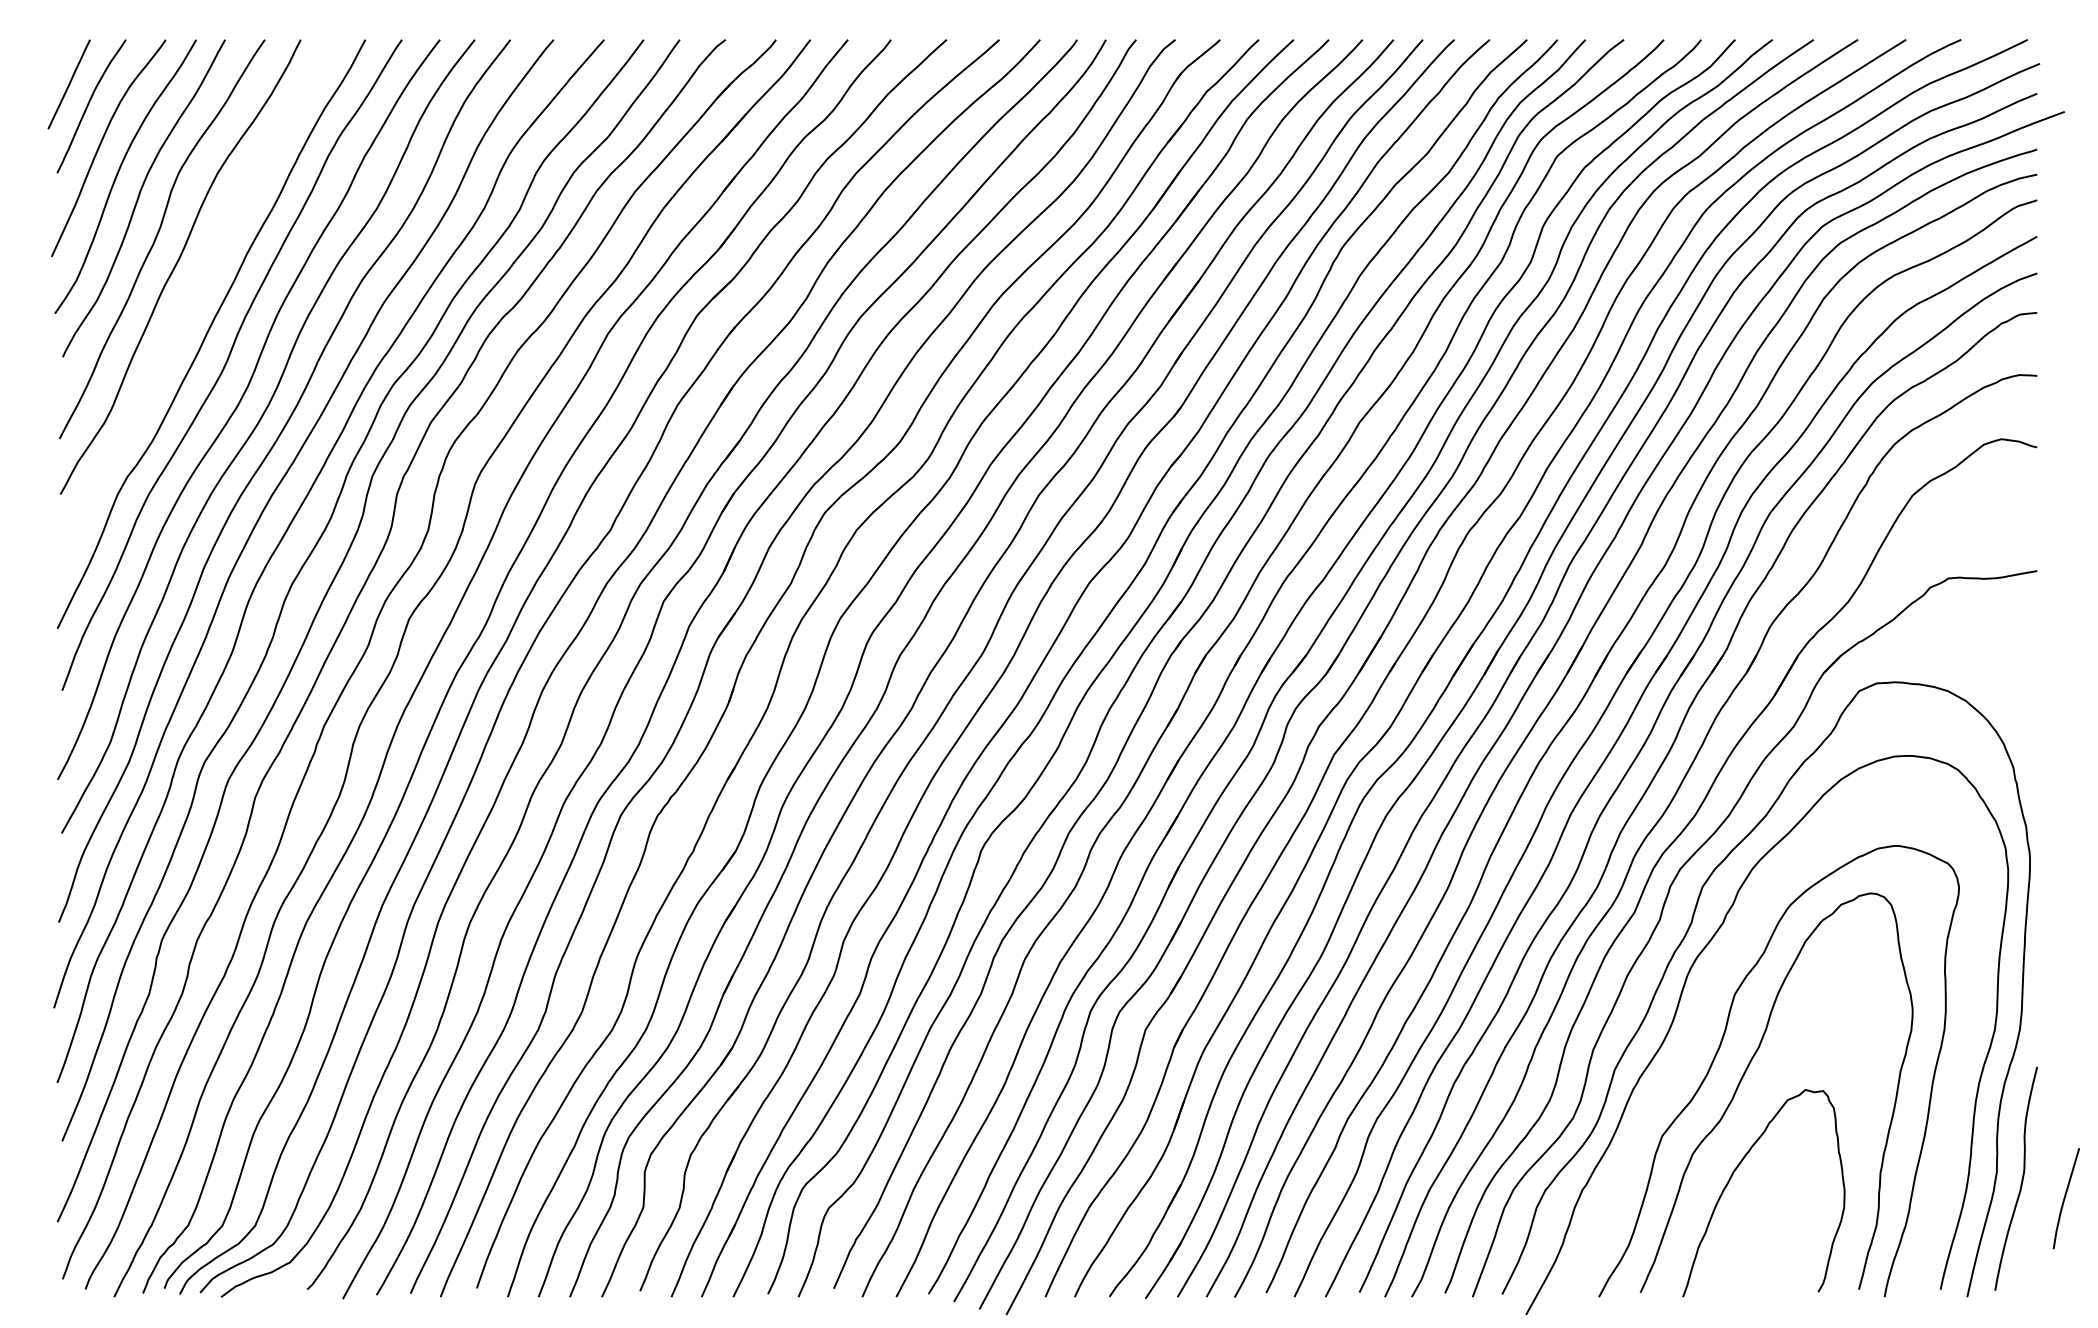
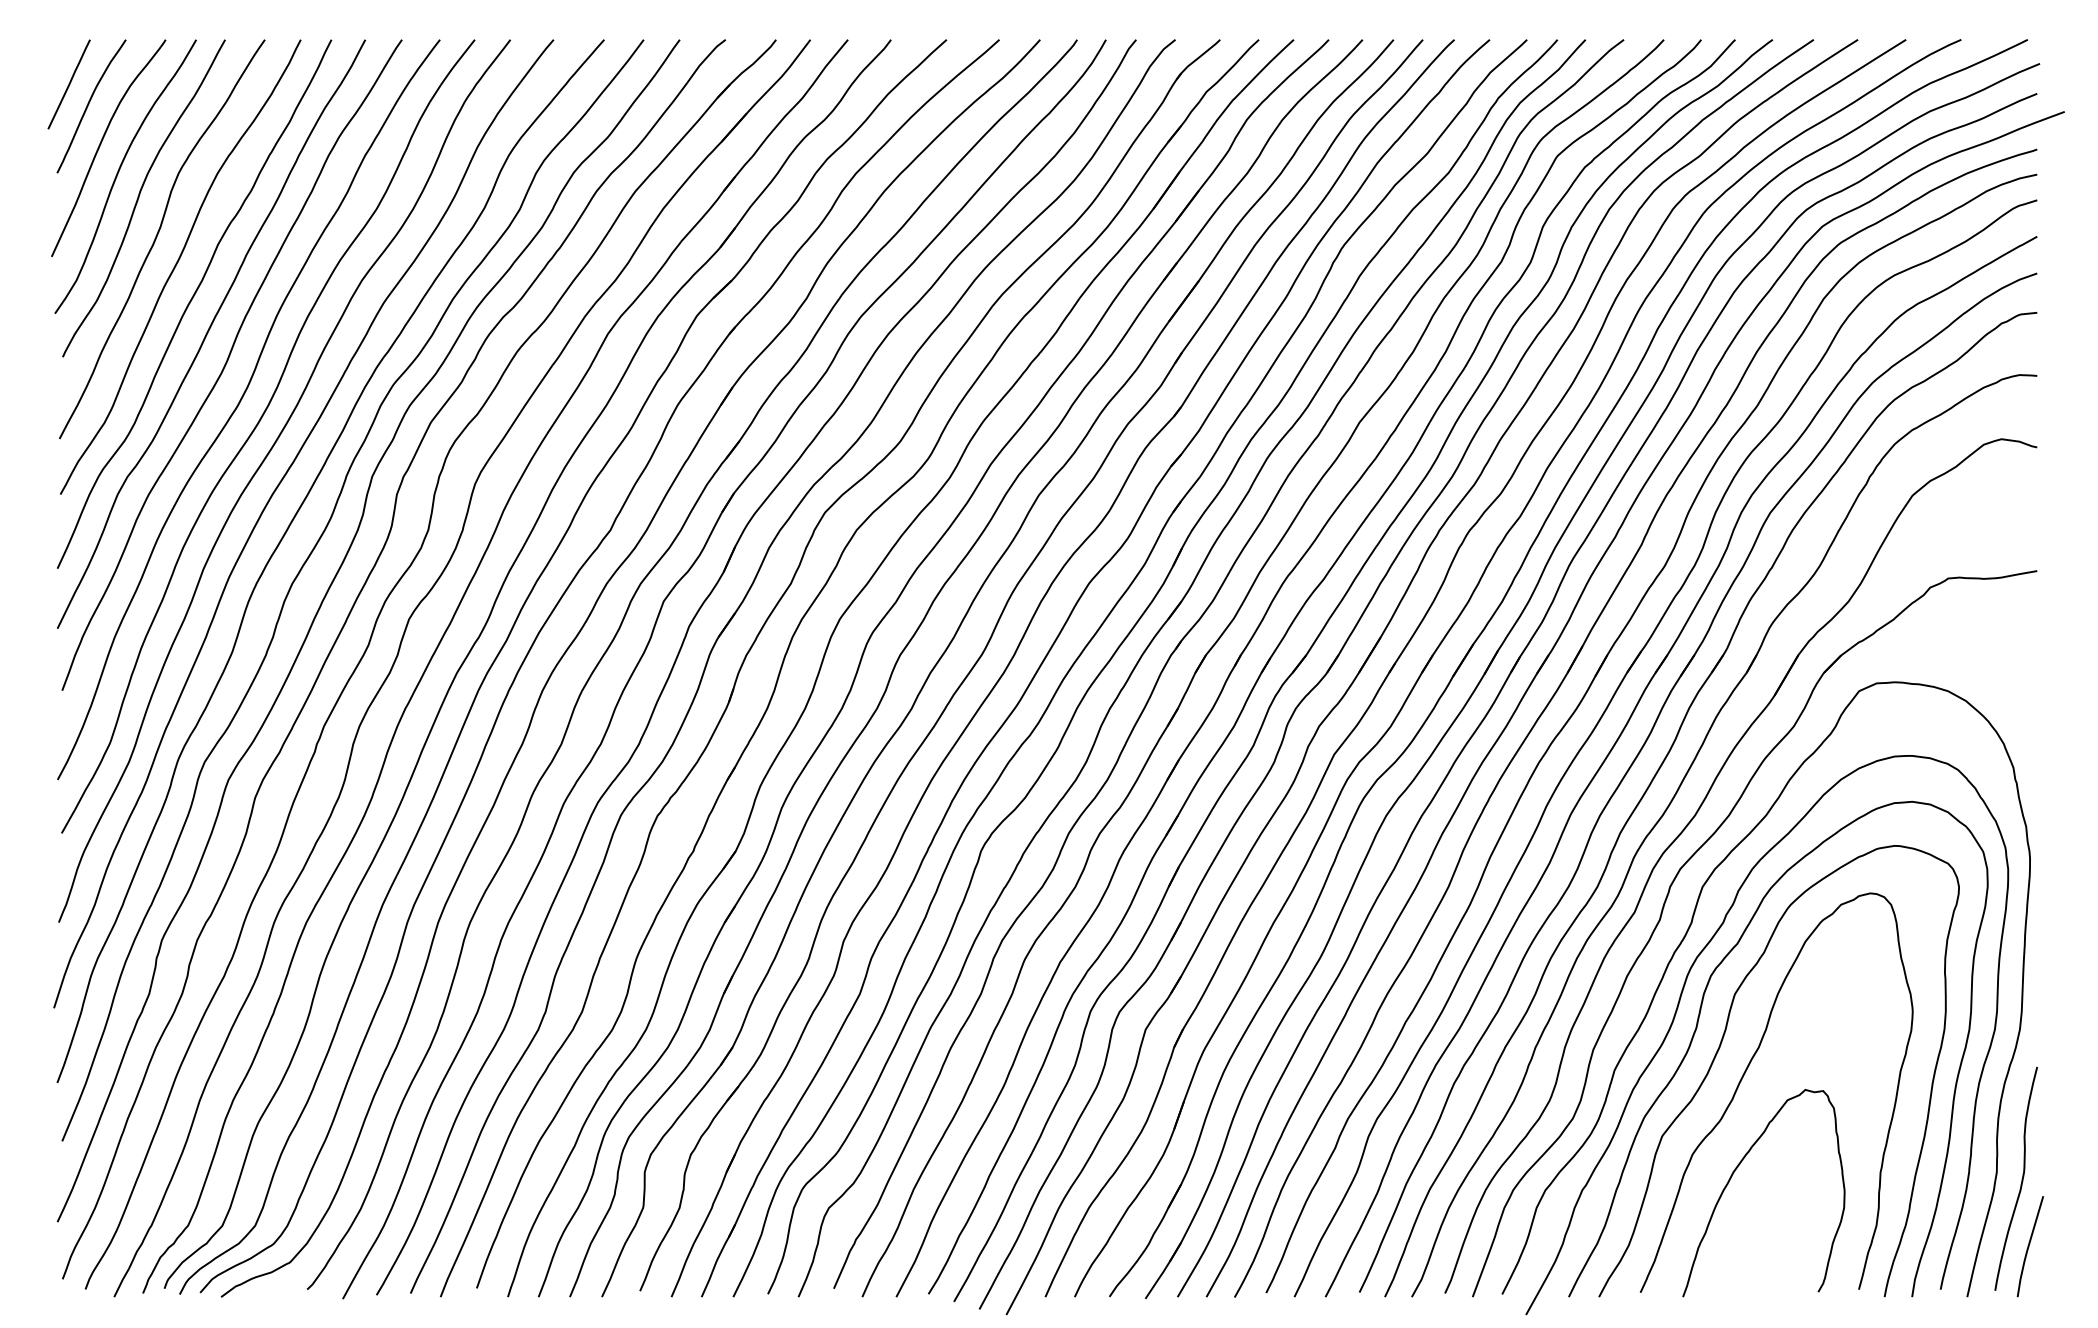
curve at (192, 300): none -> present
curve at (1697, 1028): none -> present
line at (2065, 1198) position: (2065, 1198) -> (2029, 1246)
